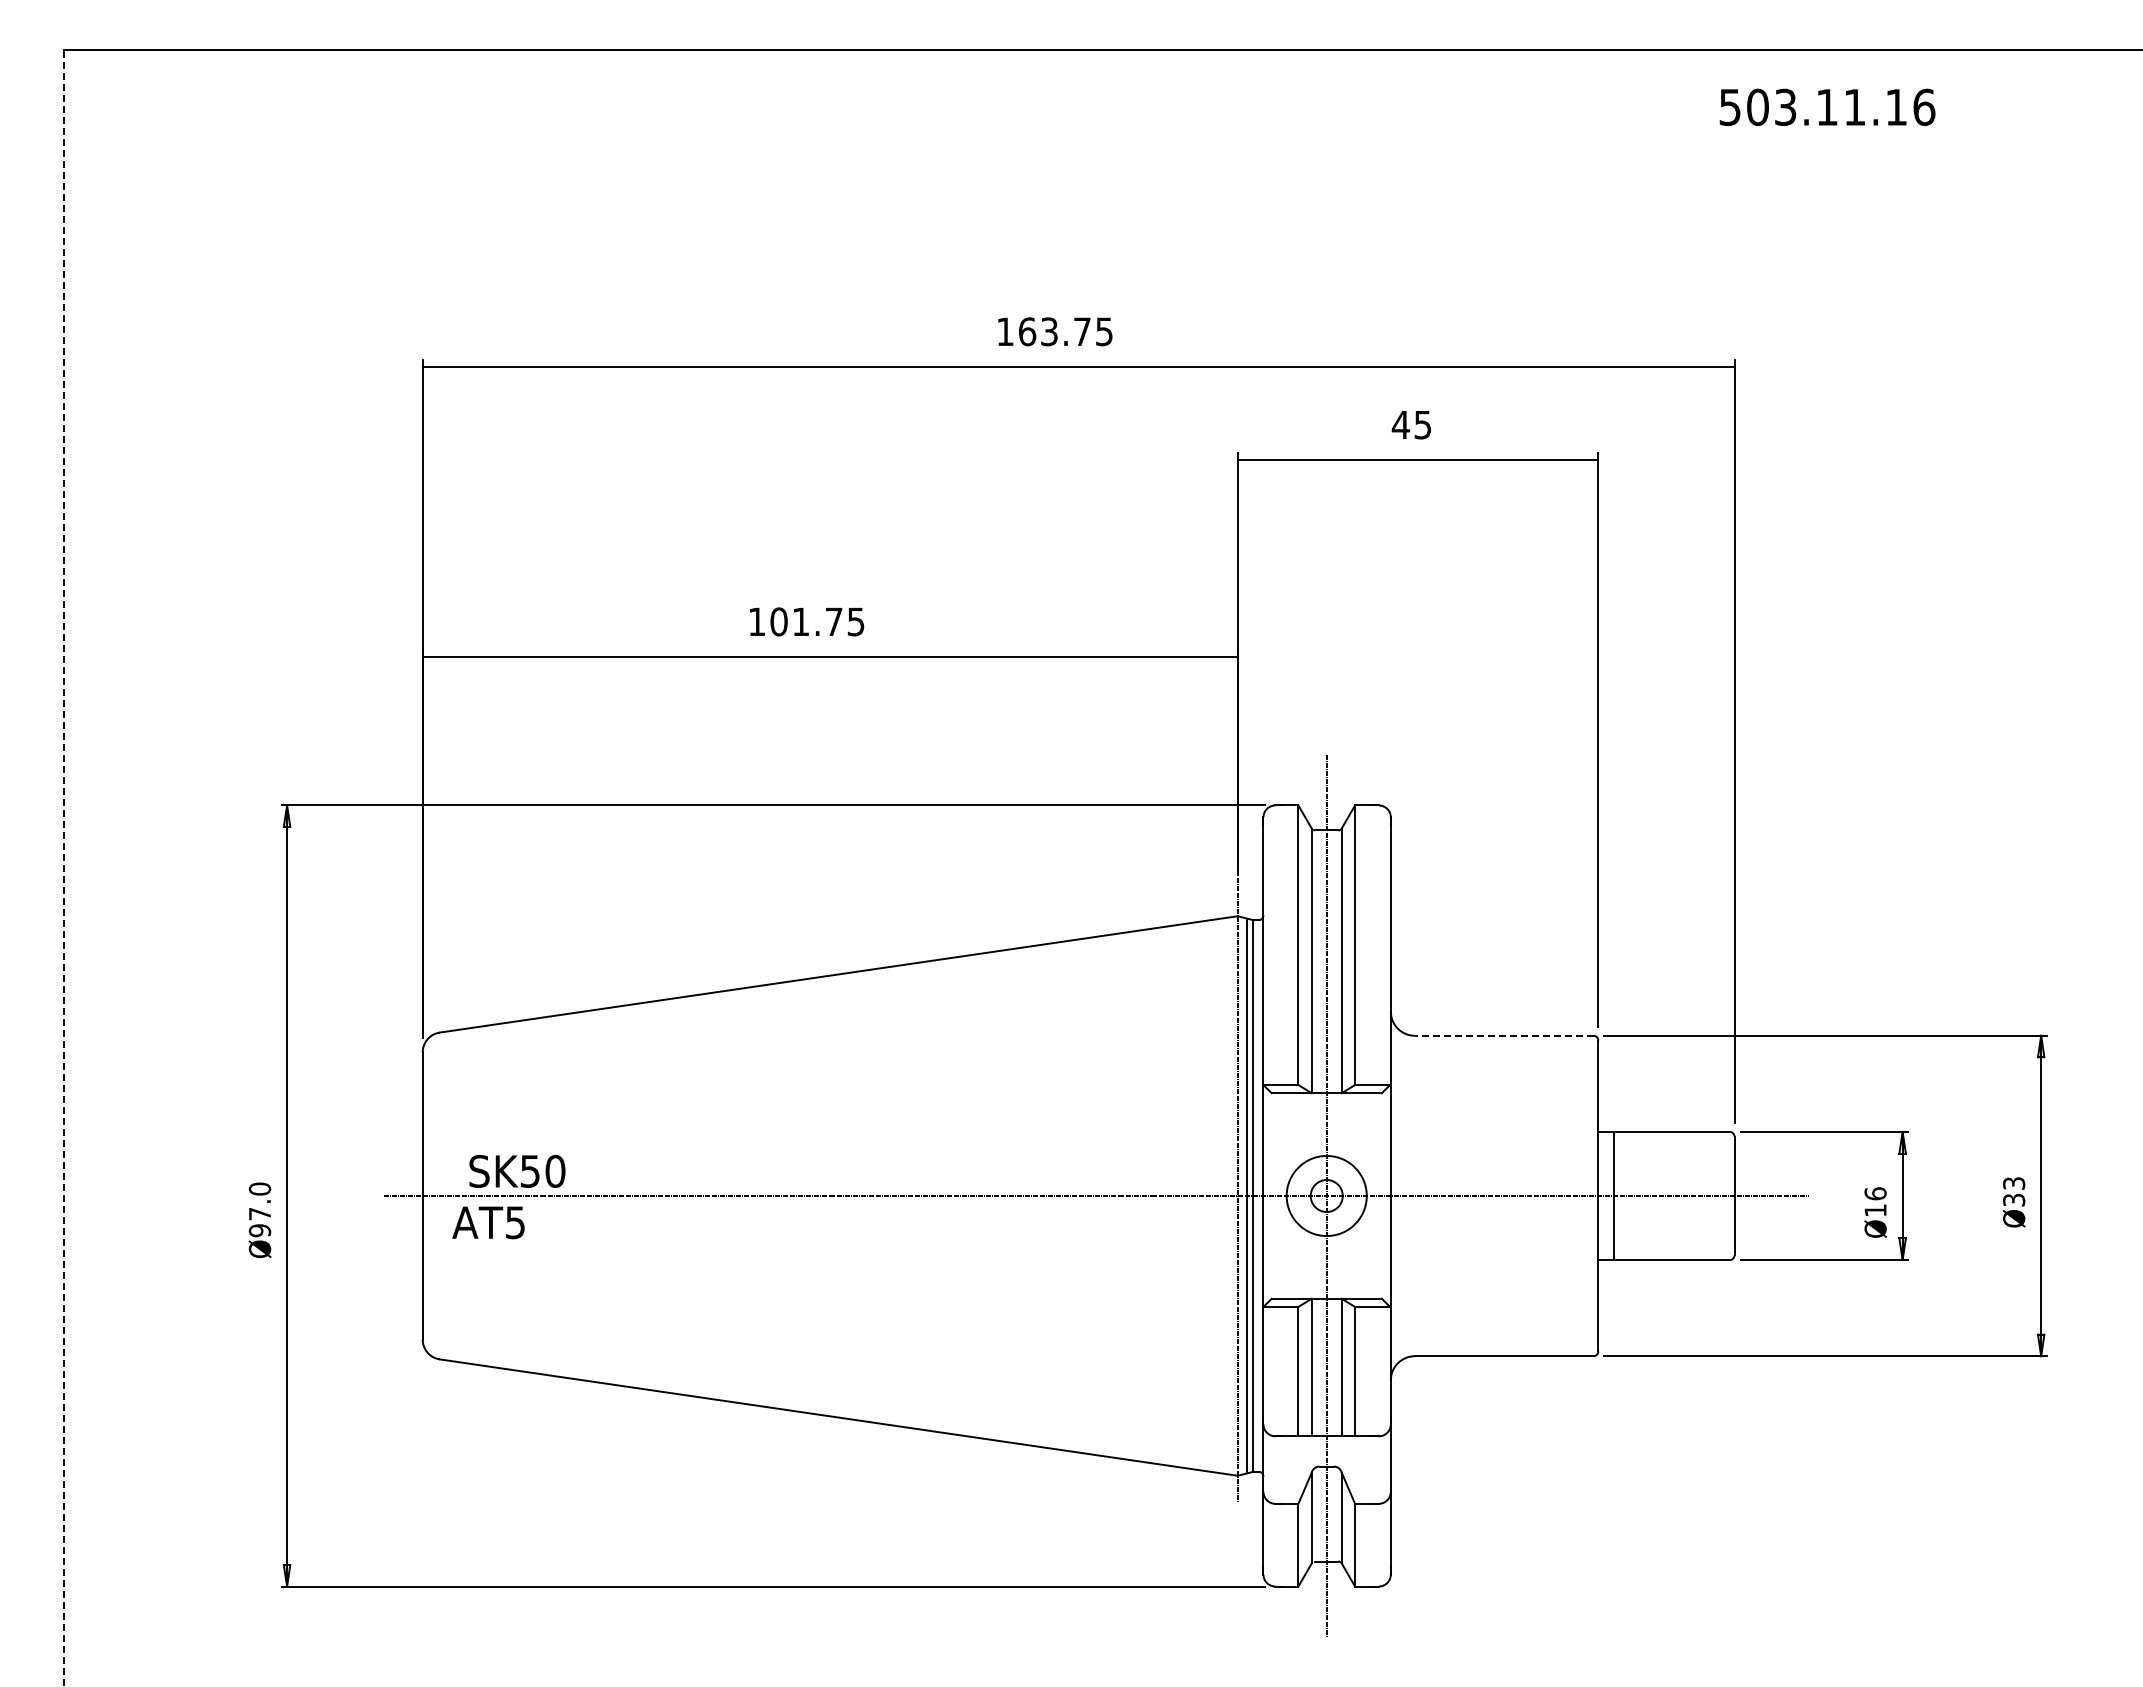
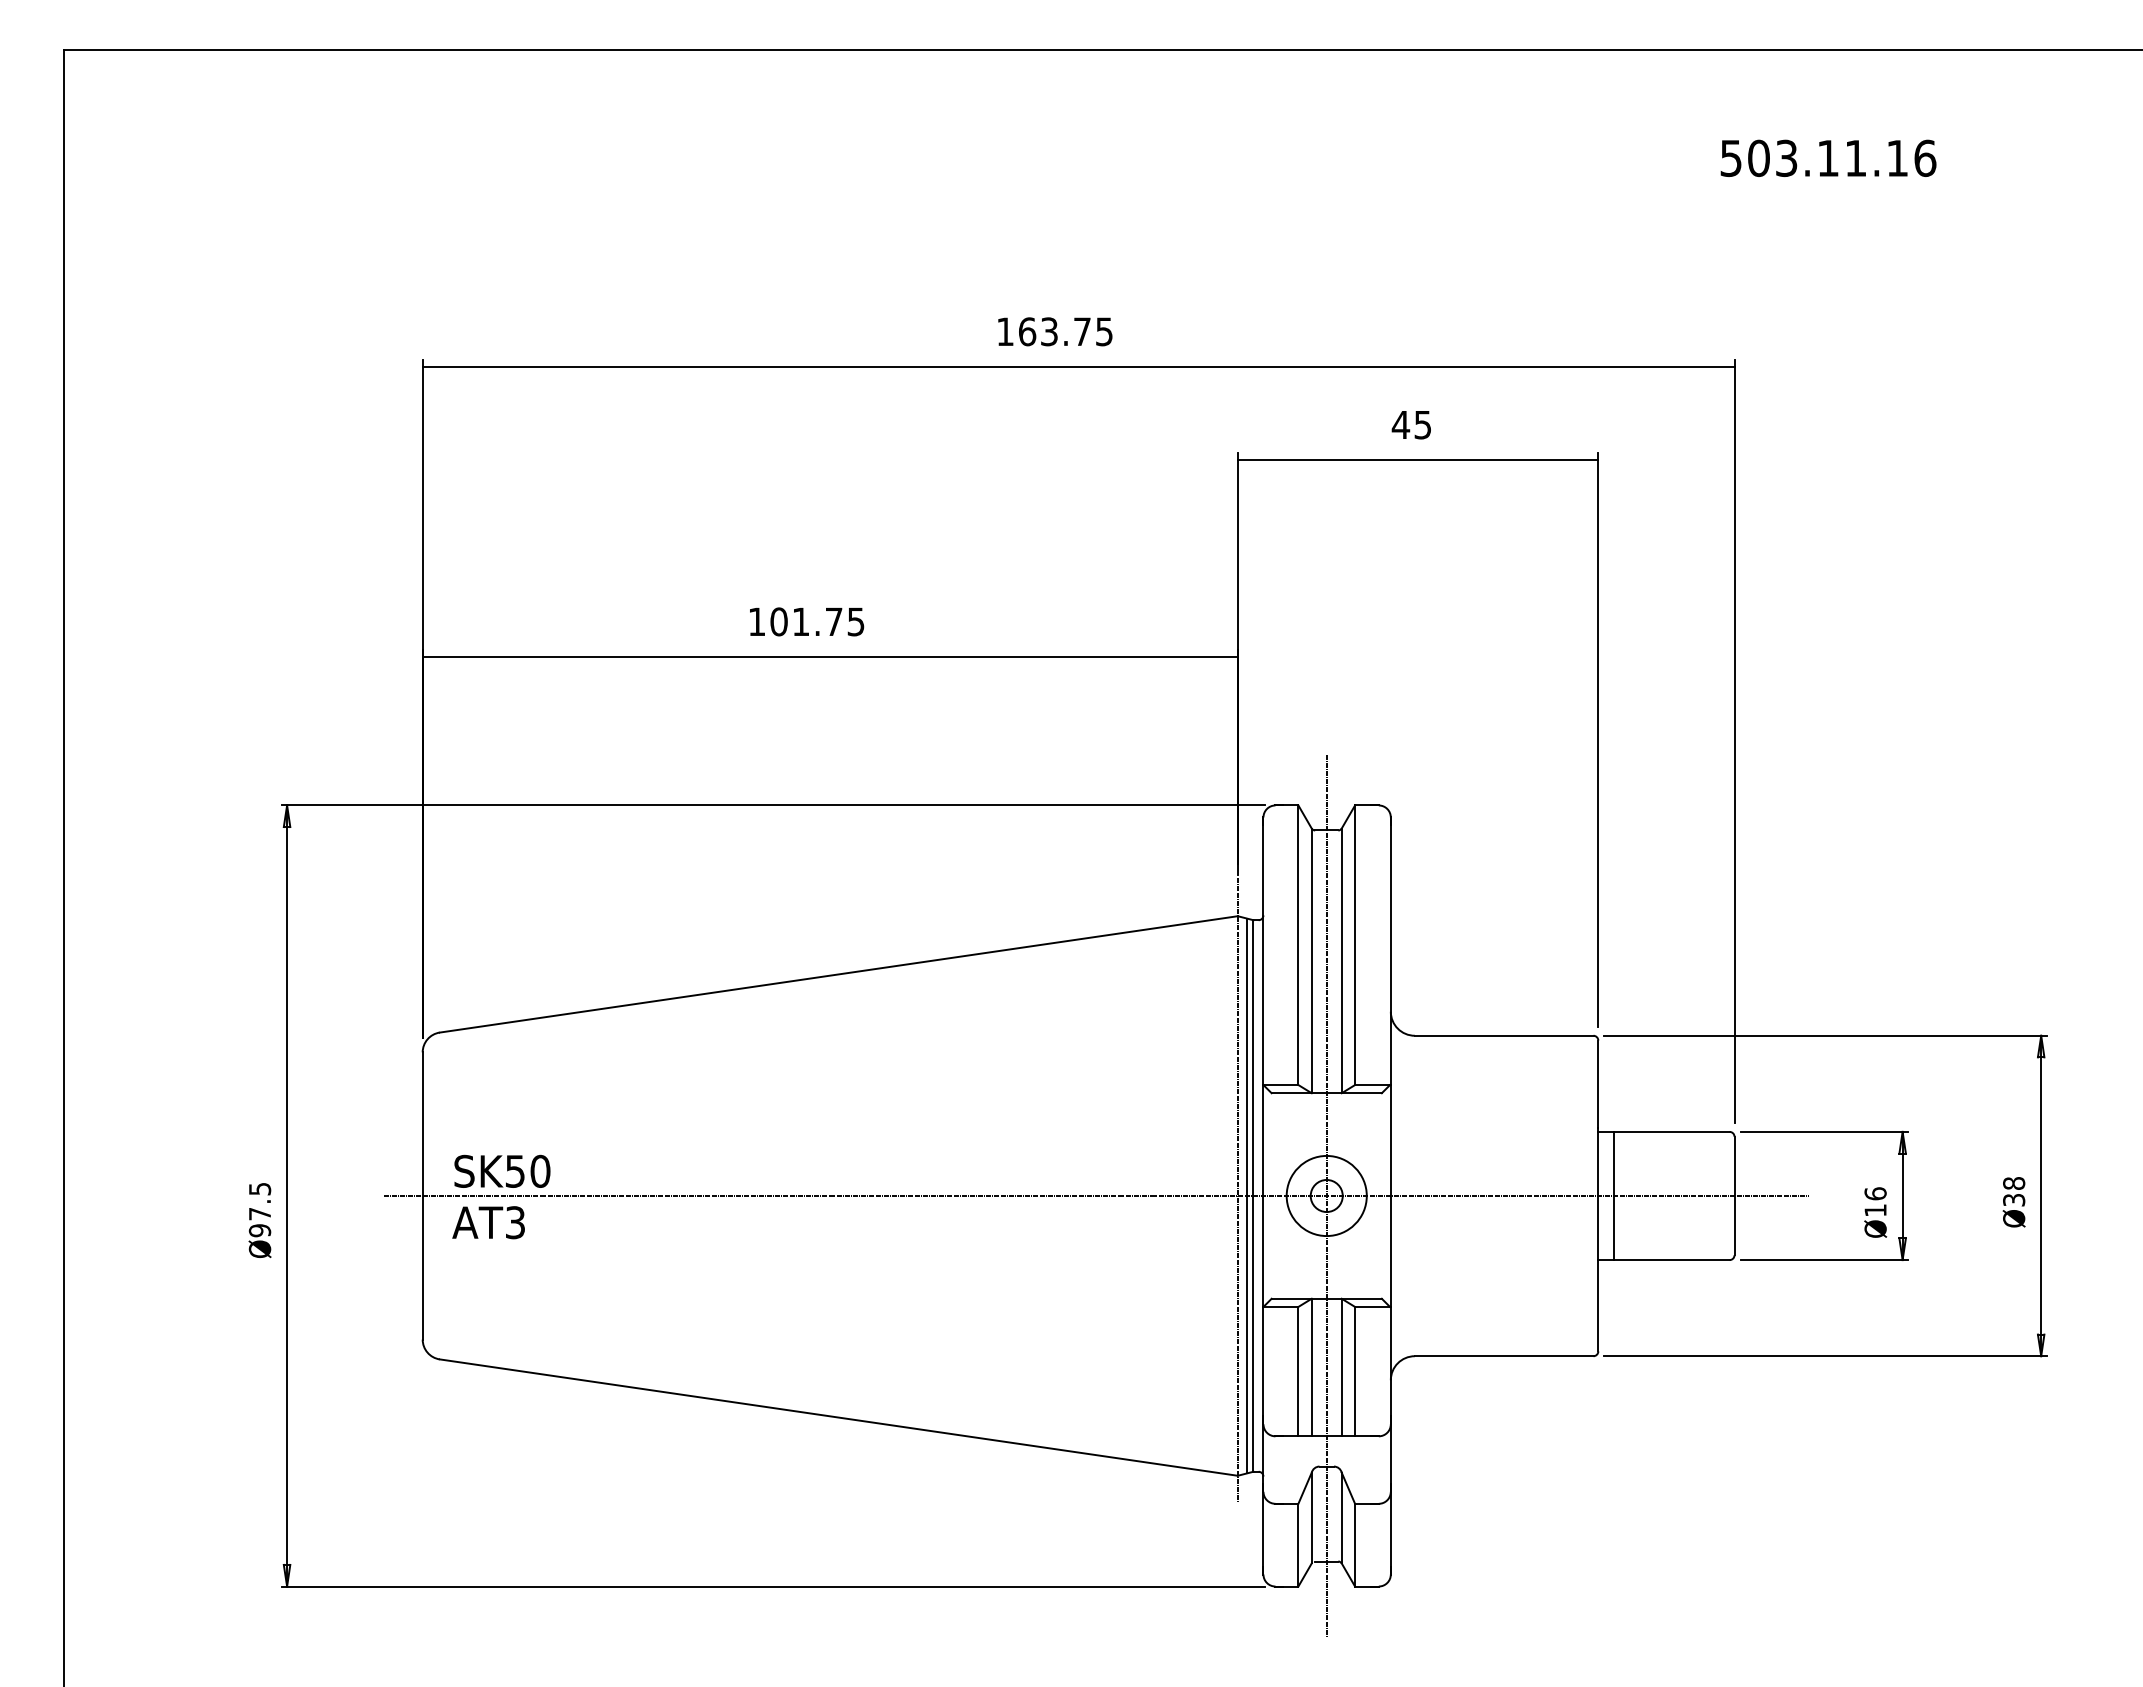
text at (1827, 106) position: (1827, 106) -> (1828, 157)
line at (64, 868): dashed -> solid
line at (1503, 1035): dashed -> solid
text at (517, 1170) position: (517, 1170) -> (502, 1170)
text at (2014, 1183): Ø33 -> Ø38
text at (259, 1188): Ø97.0 -> Ø97.5
text at (515, 1222): AT5 -> AT3
